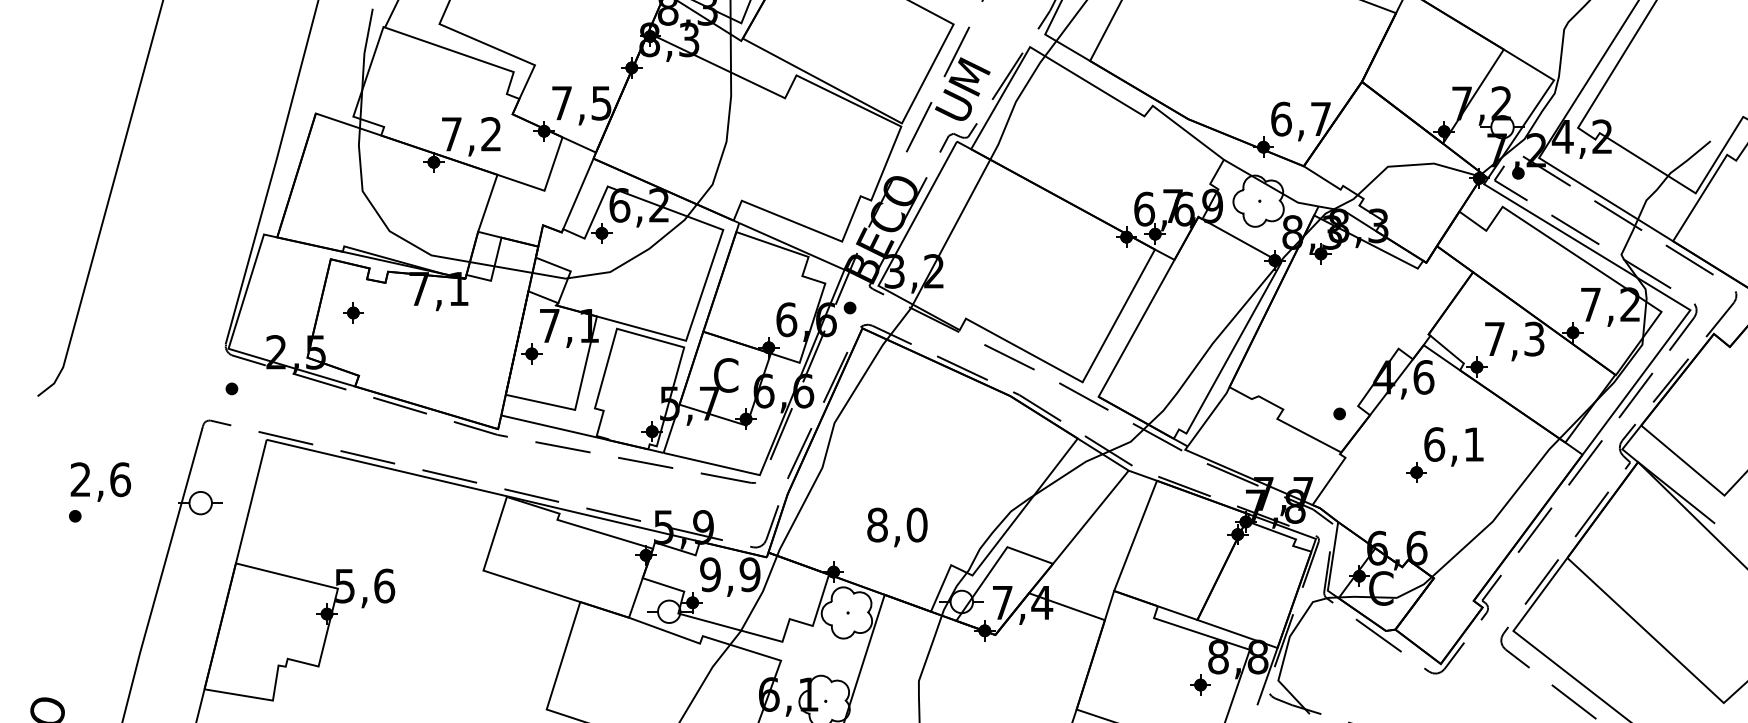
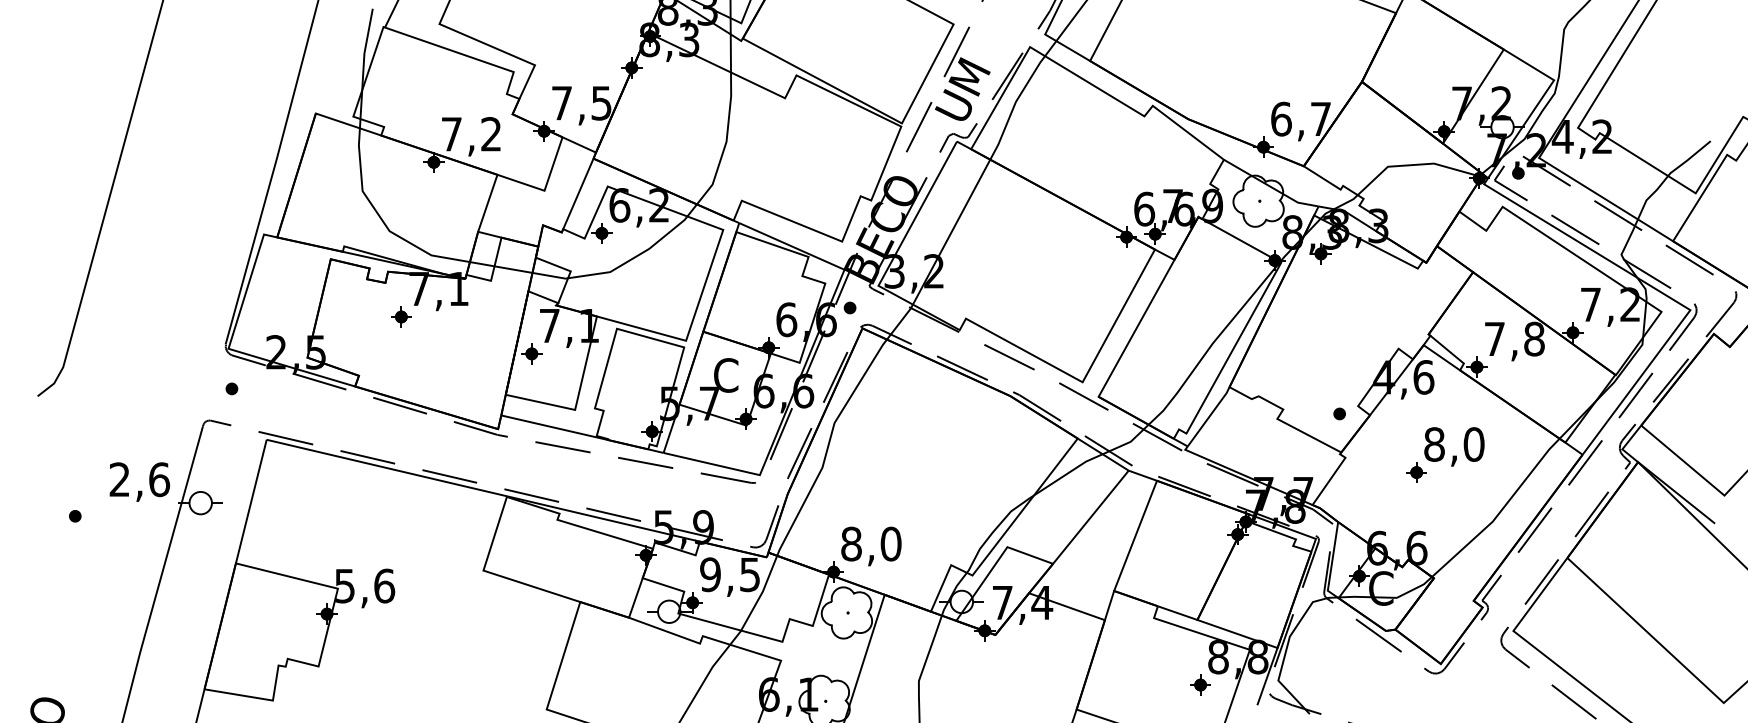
part at (353, 312) position: (353, 312) -> (401, 316)
text at (1534, 338): 7,3 -> 7,8
text at (1454, 444): 6,1 -> 8,0
text at (100, 481) position: (100, 481) -> (139, 481)
text at (897, 527) position: (897, 527) -> (871, 546)
text at (749, 574): 9,9 -> 9,5
